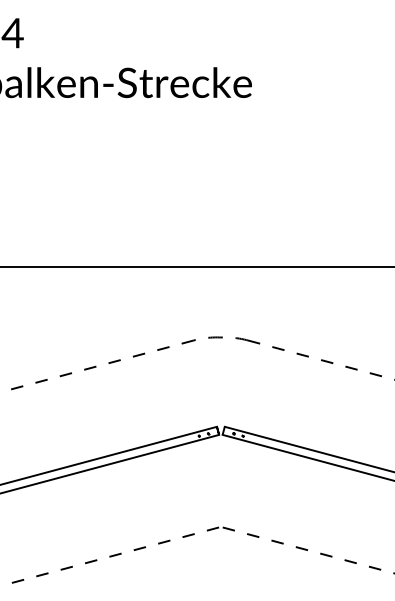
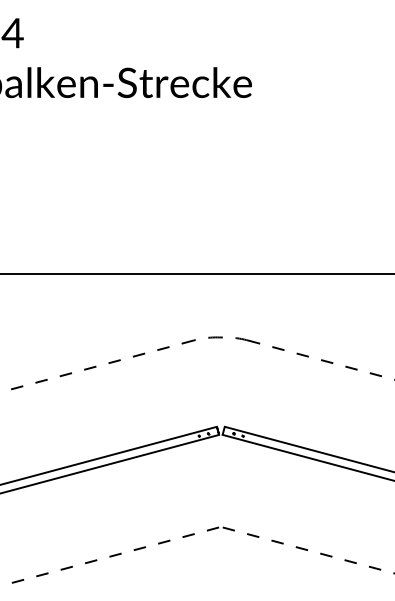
line at (196, 266) position: (196, 266) -> (196, 273)
